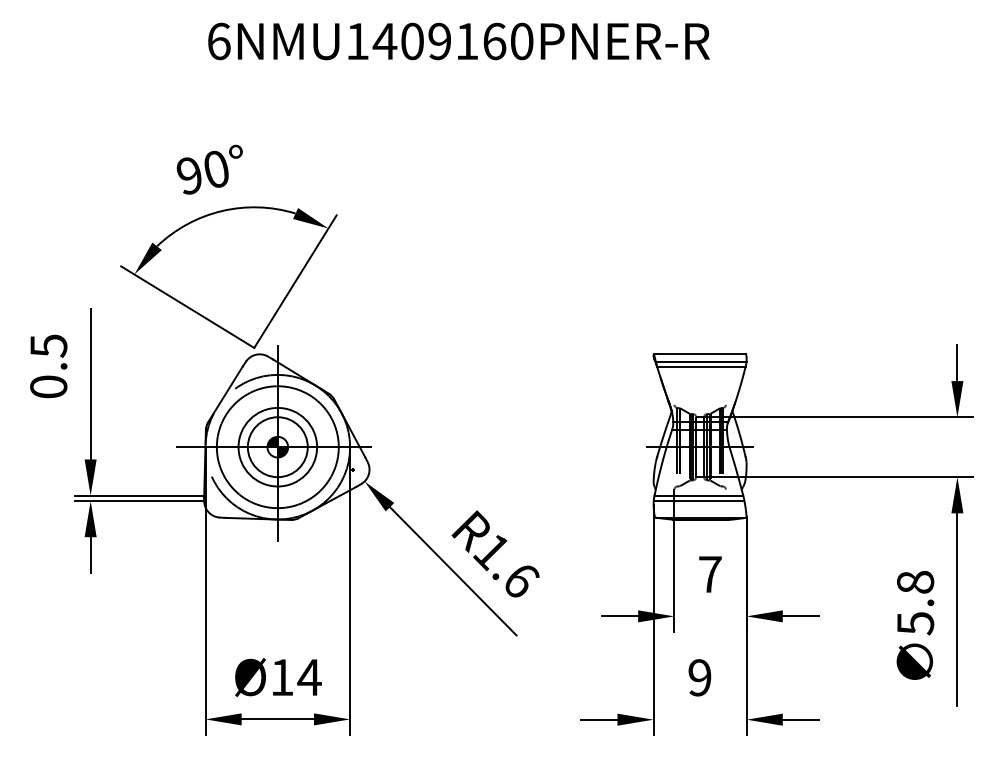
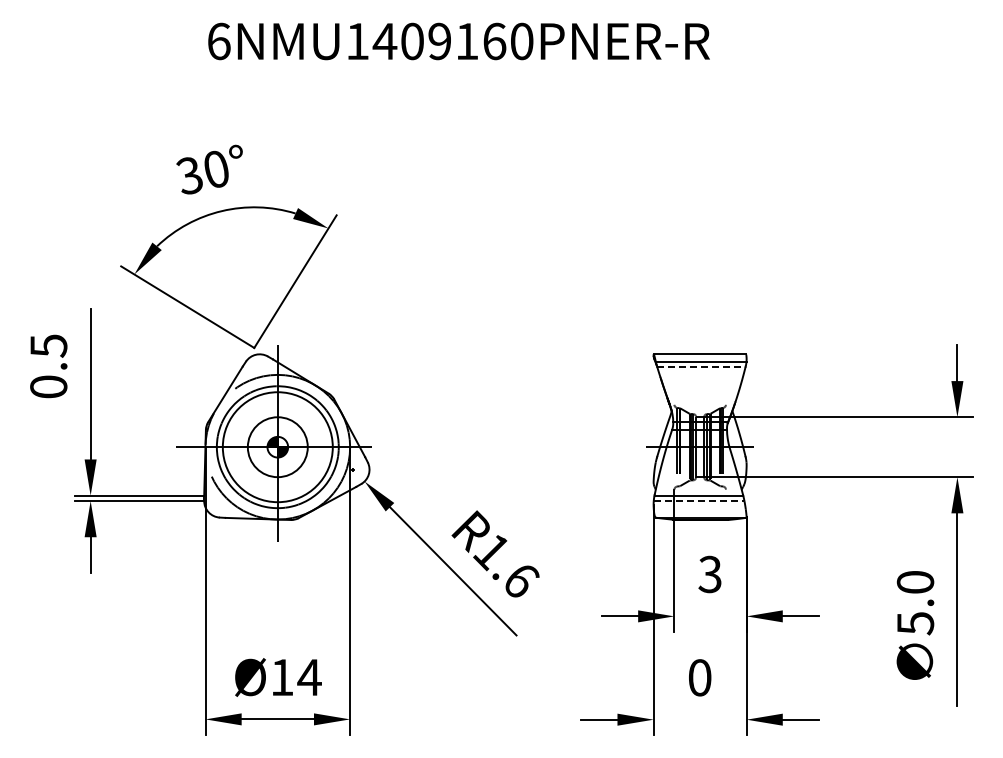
text at (189, 175): 90° -> 30°
line at (701, 366): solid -> dashed
circle at (277, 446) diameter: 79 px -> 110 px
line at (699, 501): solid -> dashed
text at (709, 574): 7 -> 3
text at (914, 581): 5.8 -> 5.0
text at (699, 677): 9 -> 0
